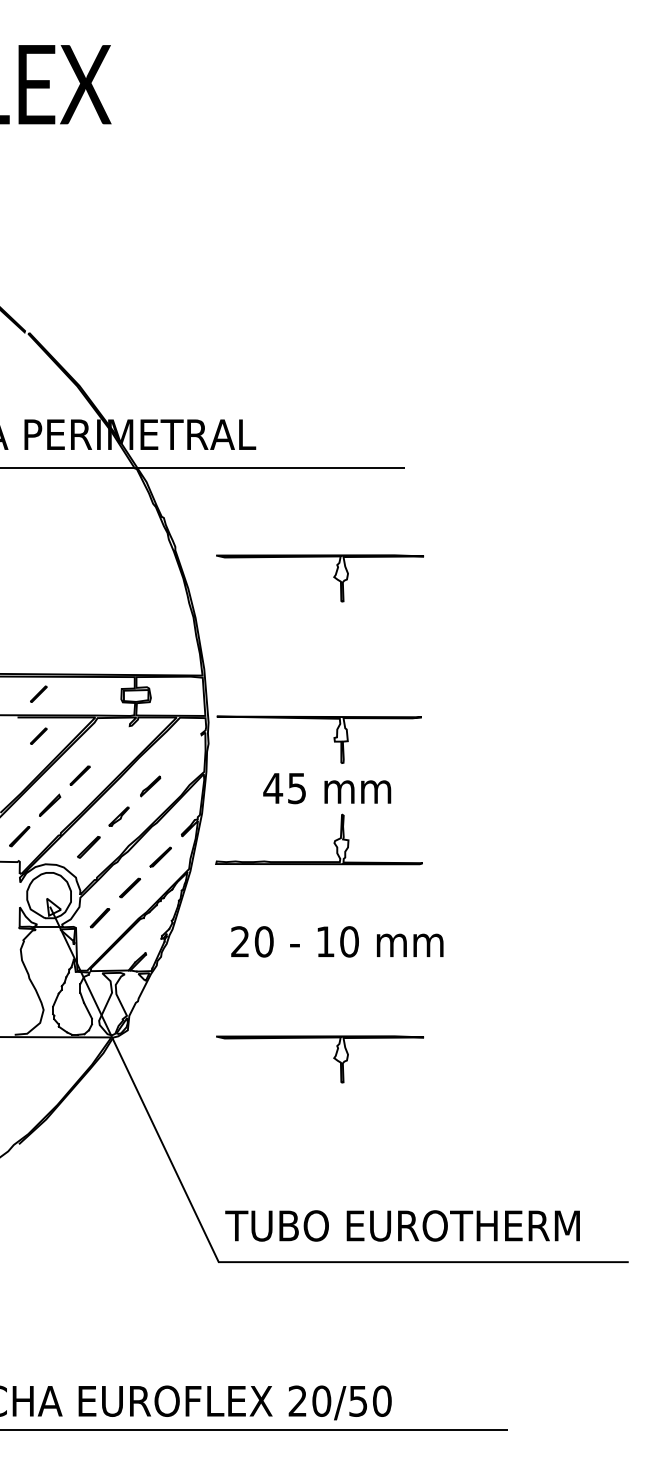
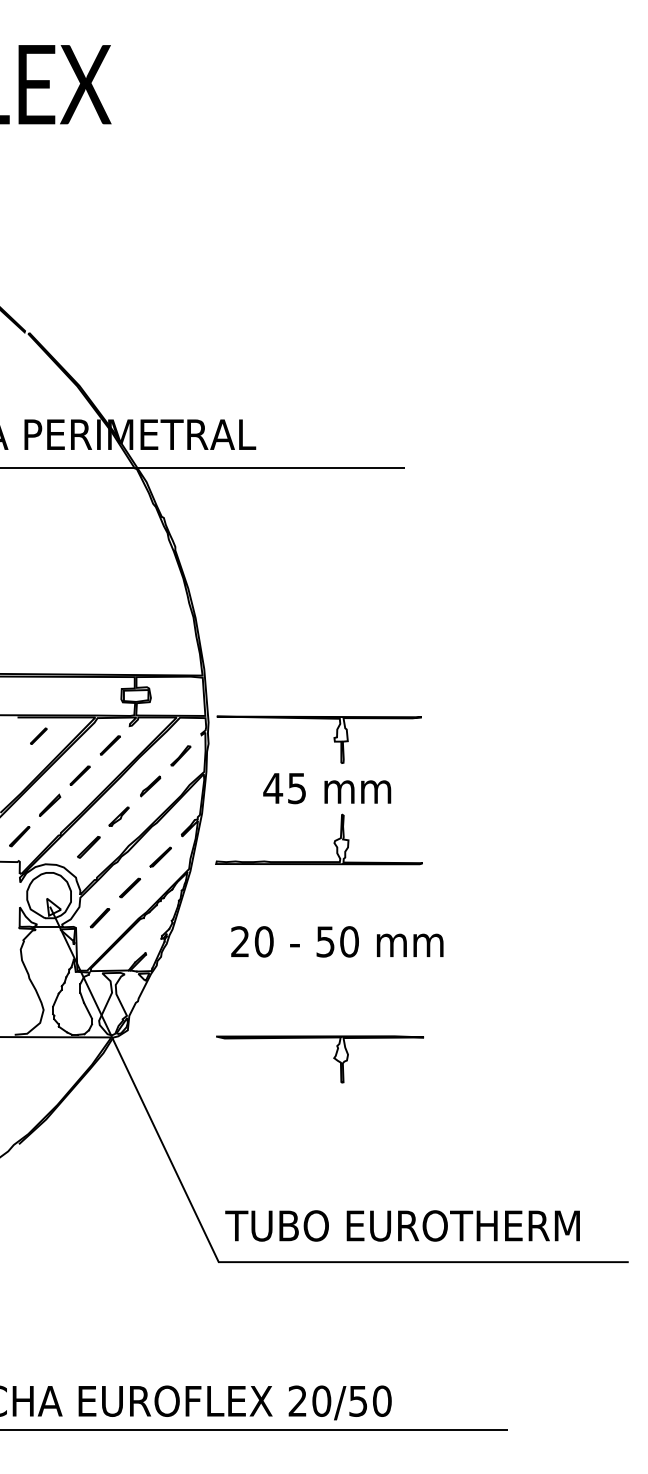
part at (333, 577): present -> none
line at (38, 693): present -> none
line at (109, 745): none -> present
line at (180, 755): none -> present
text at (325, 941): 10 -> 50
